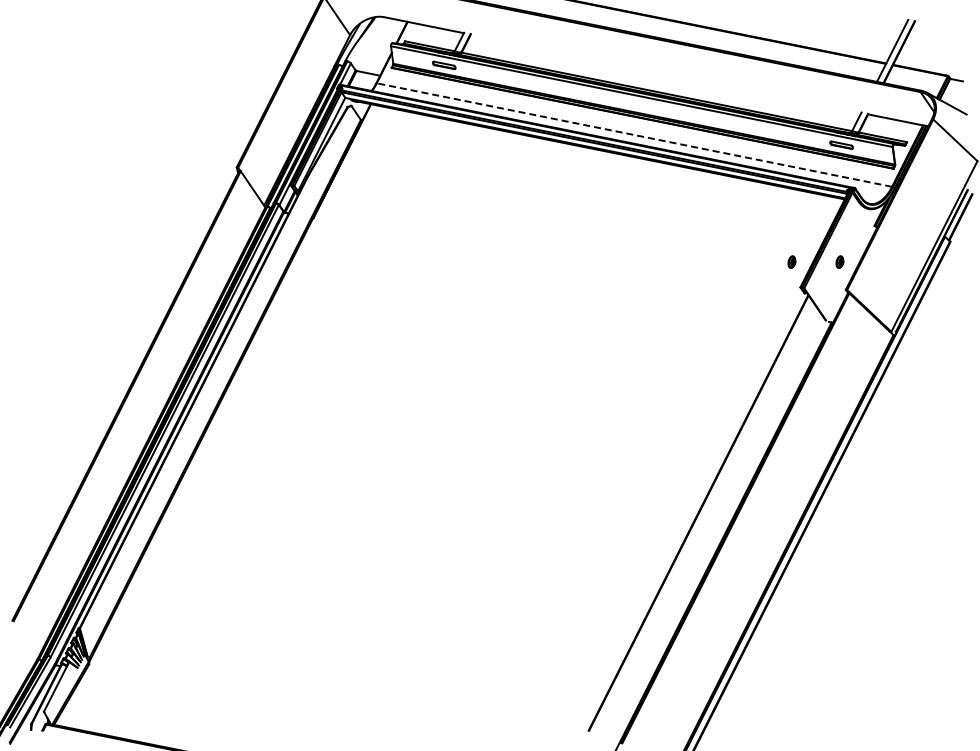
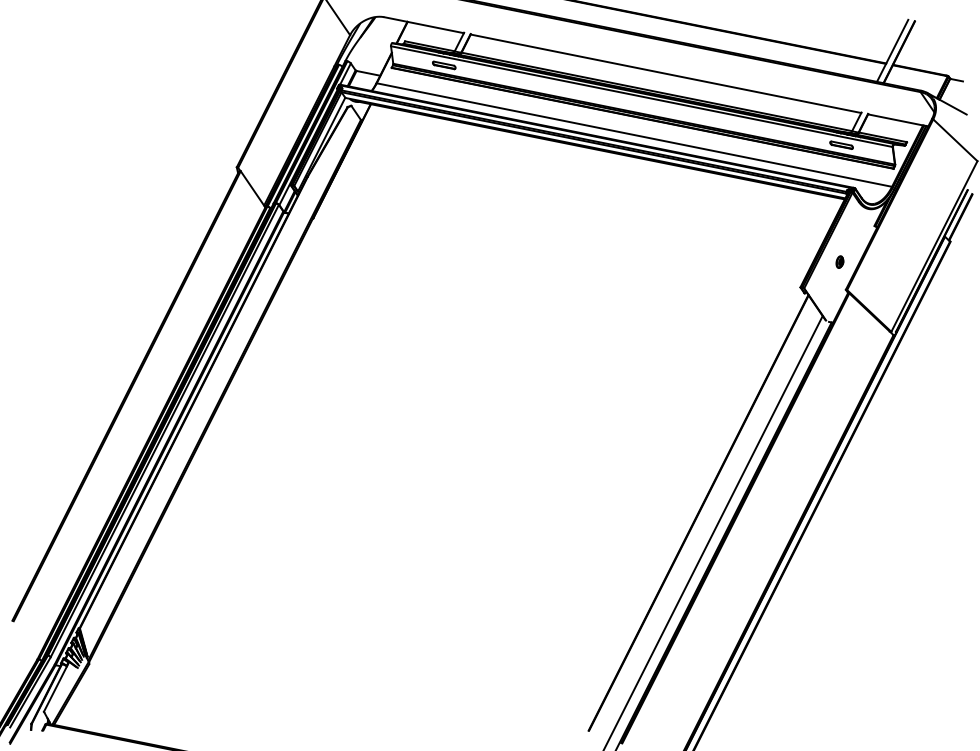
line at (665, 73): none -> present
line at (634, 135): dashed -> solid
part at (791, 261): present -> none
line at (713, 531): none -> present
